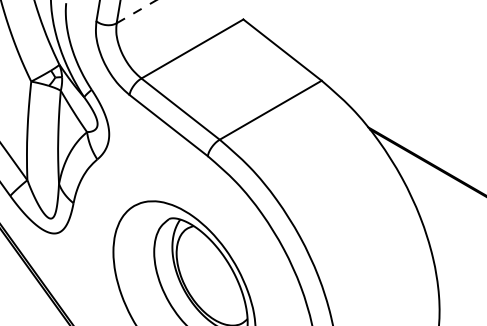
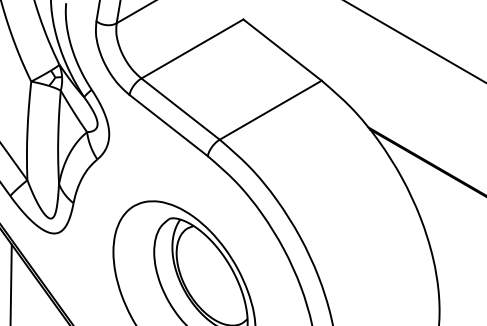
line at (136, 11): dashed -> solid
line at (415, 41): none -> present
line at (10, 283): none -> present
